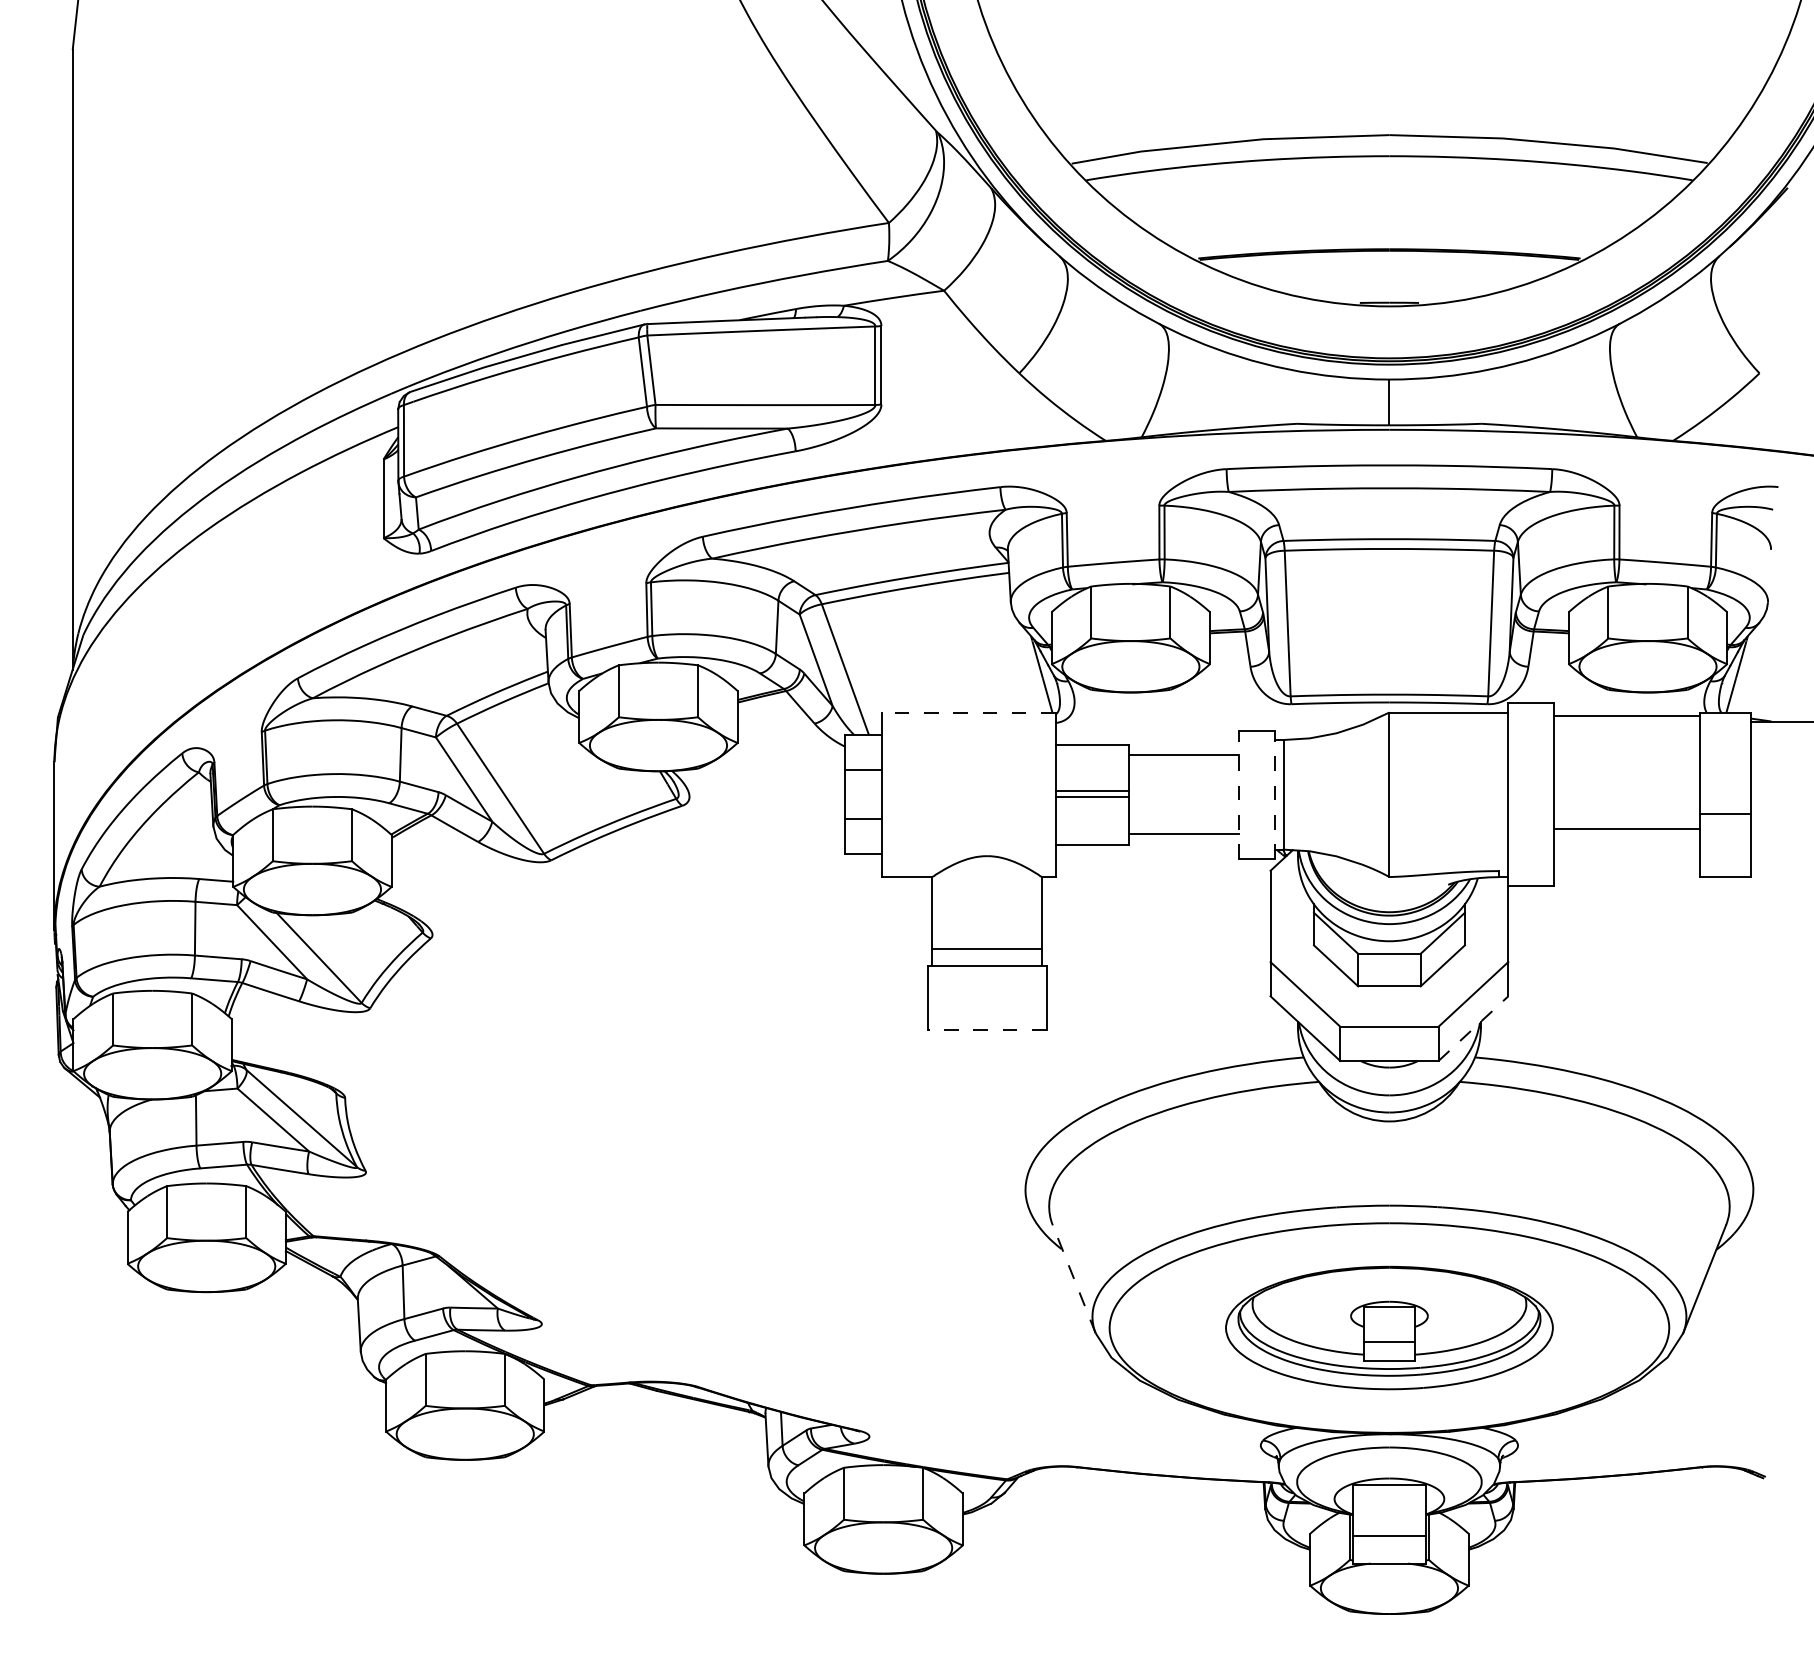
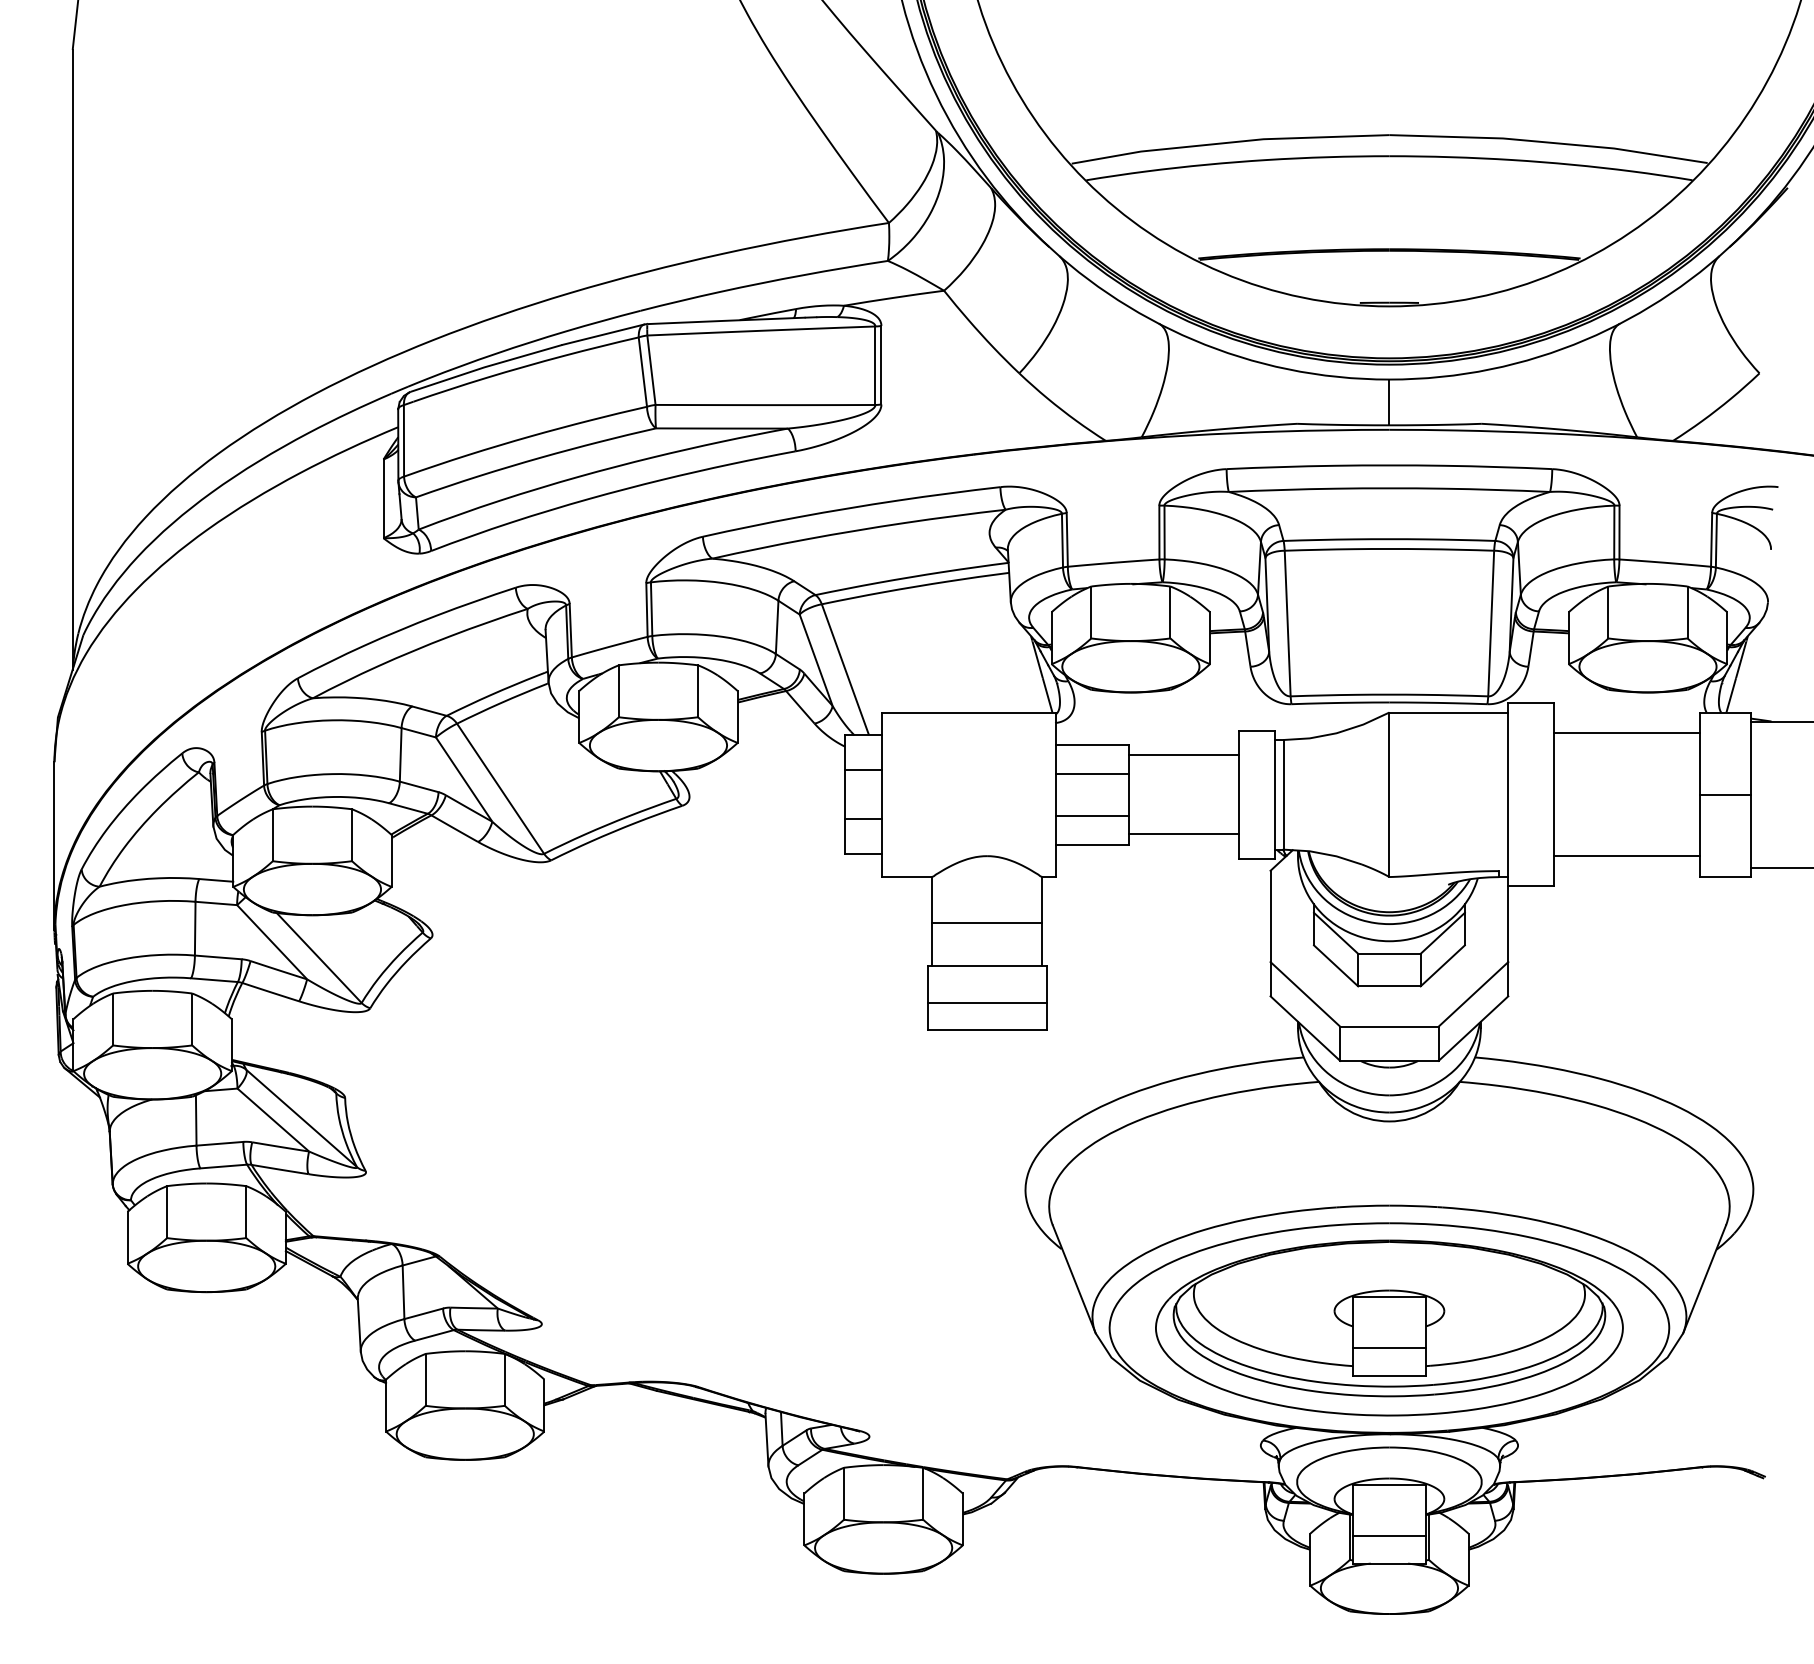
line at (968, 712): dashed -> solid
line at (1627, 716) position: (1627, 716) -> (1627, 733)
line at (1091, 790) position: (1091, 790) -> (1091, 773)
line at (1238, 794): dashed -> solid
line at (1275, 794): dashed -> solid
line at (1091, 796) position: (1091, 796) -> (1091, 815)
line at (1725, 813) position: (1725, 813) -> (1725, 794)
line at (1627, 829) position: (1627, 829) -> (1627, 856)
line at (1780, 867): none -> present
line at (986, 948) position: (986, 948) -> (986, 922)
line at (986, 1002): none -> present
line at (1473, 1028): dashed -> solid
line at (986, 1029): dashed -> solid
line at (1074, 1278): dashed -> solid
part at (1389, 1327) size: 329x126 px -> 469x178 px
